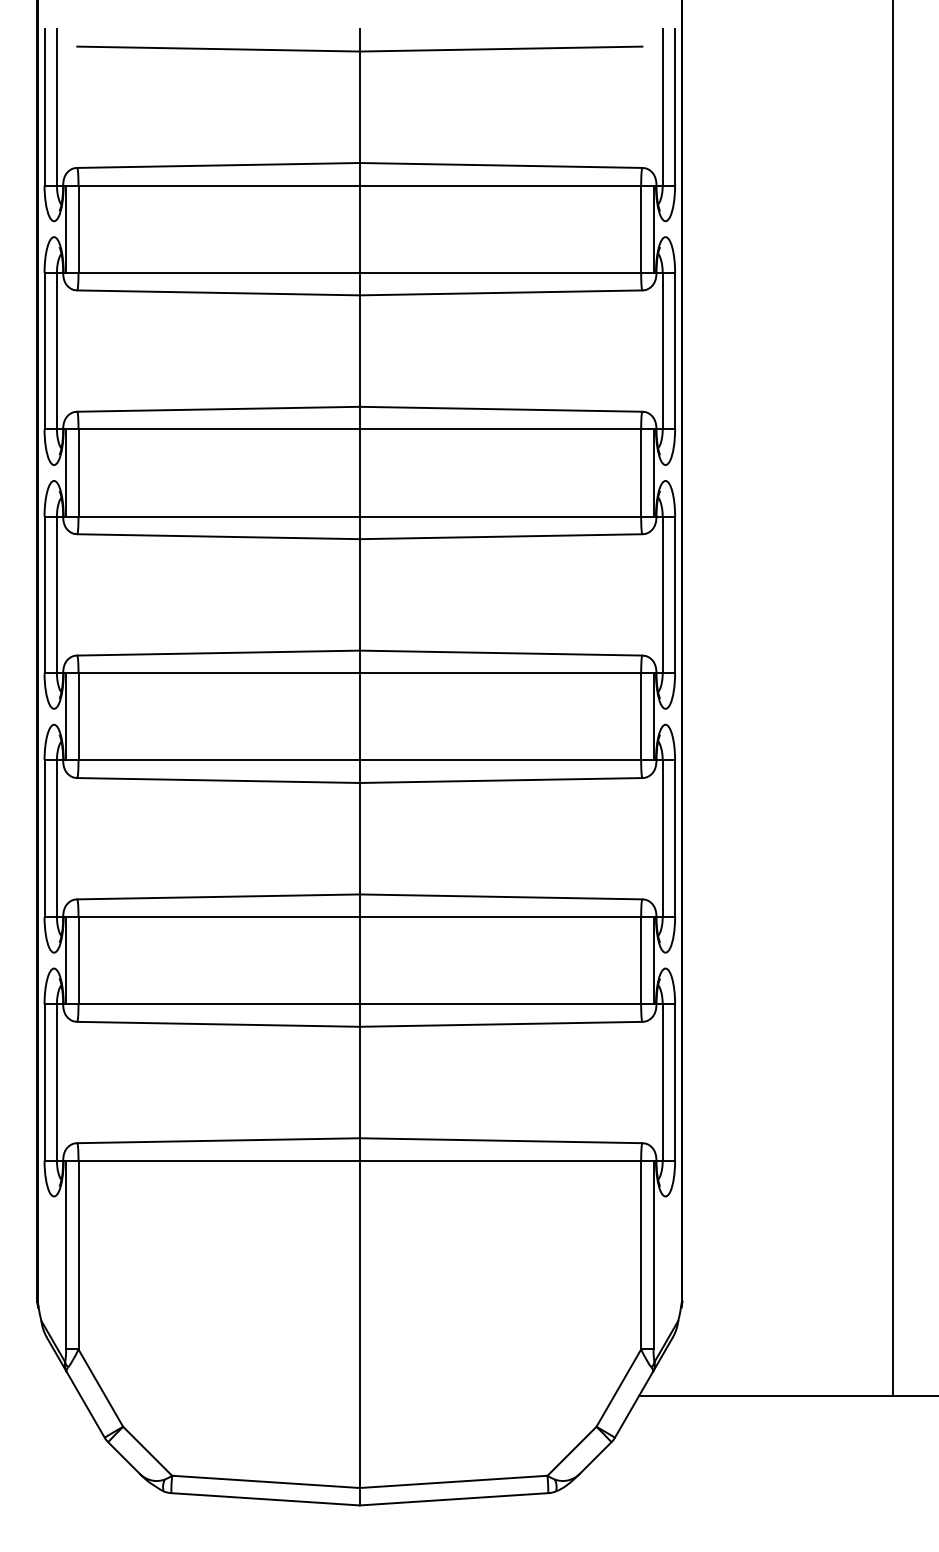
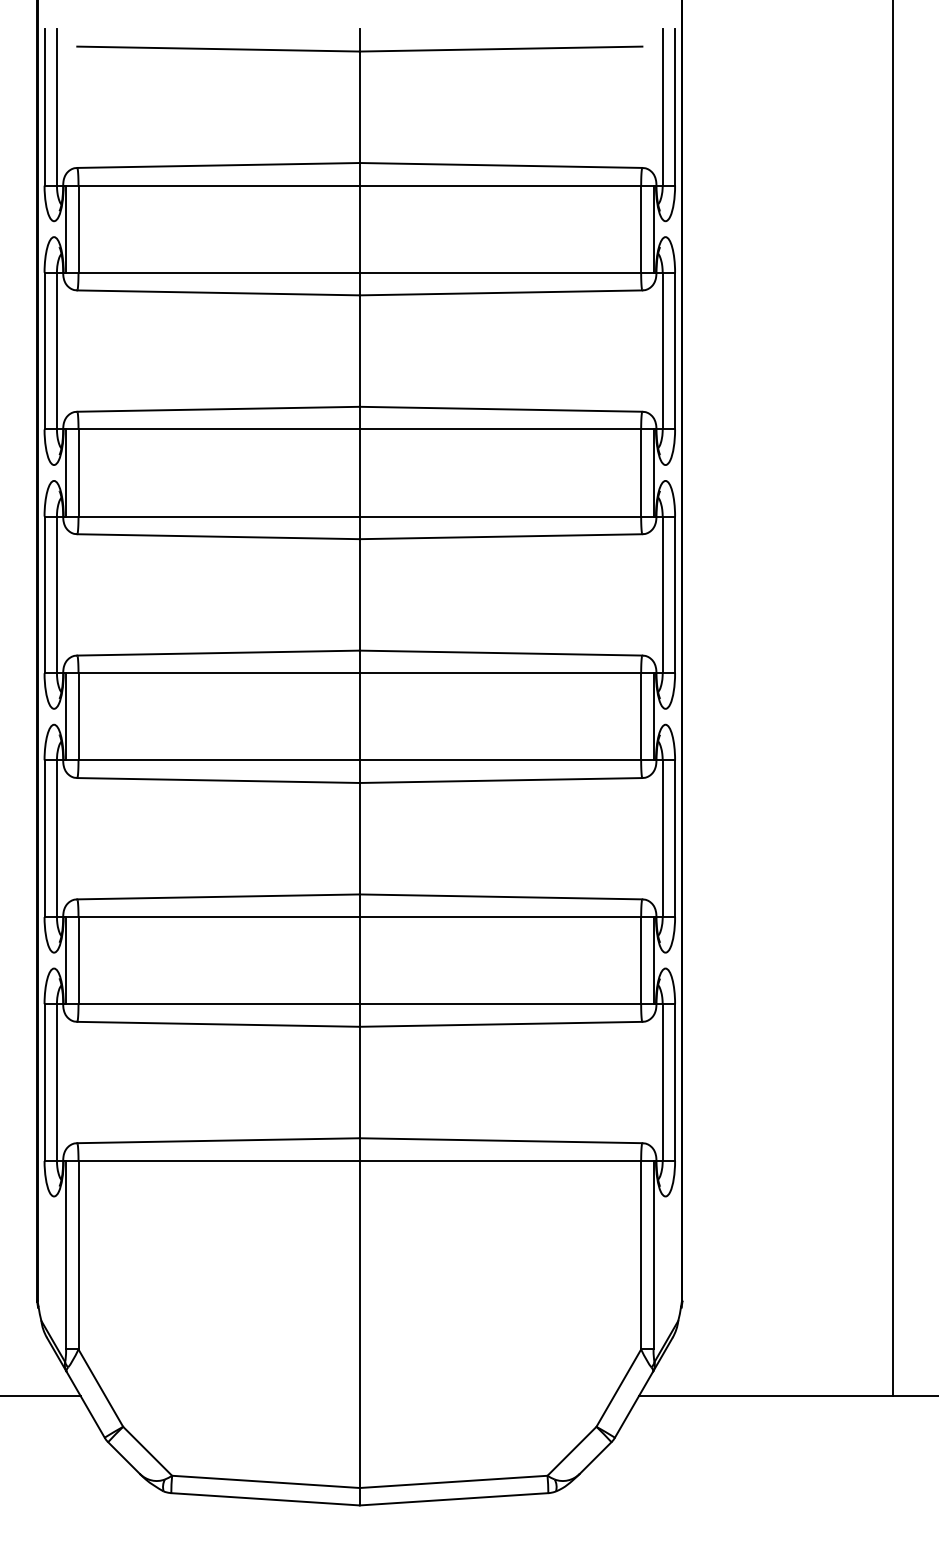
line at (41, 1396): none -> present
